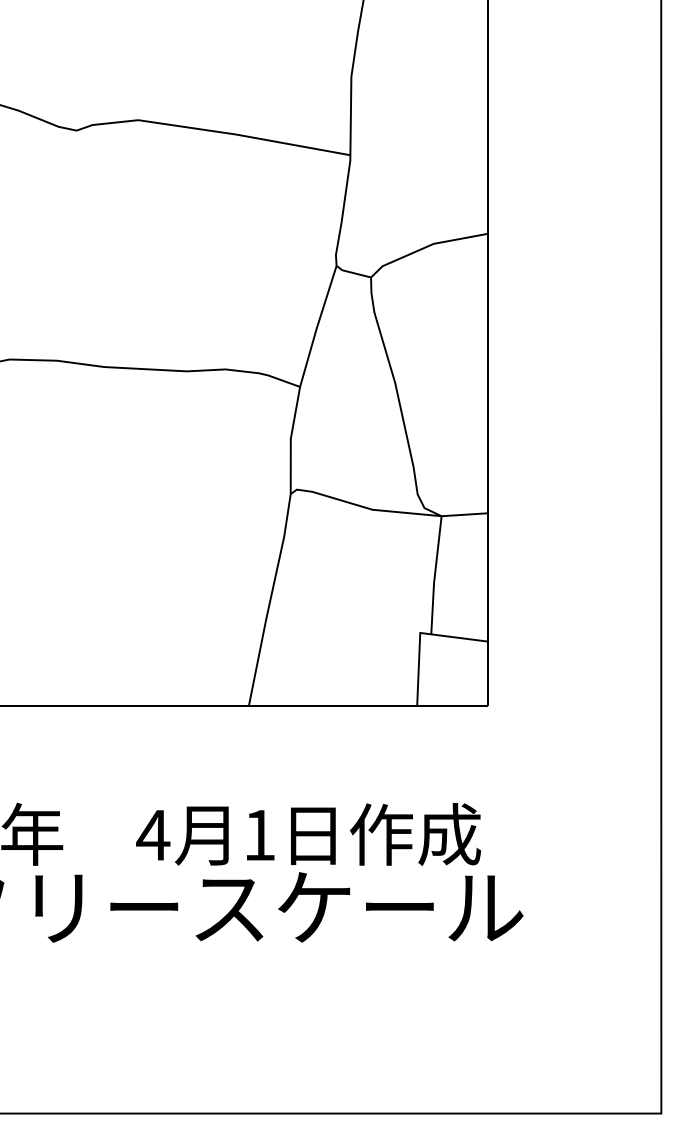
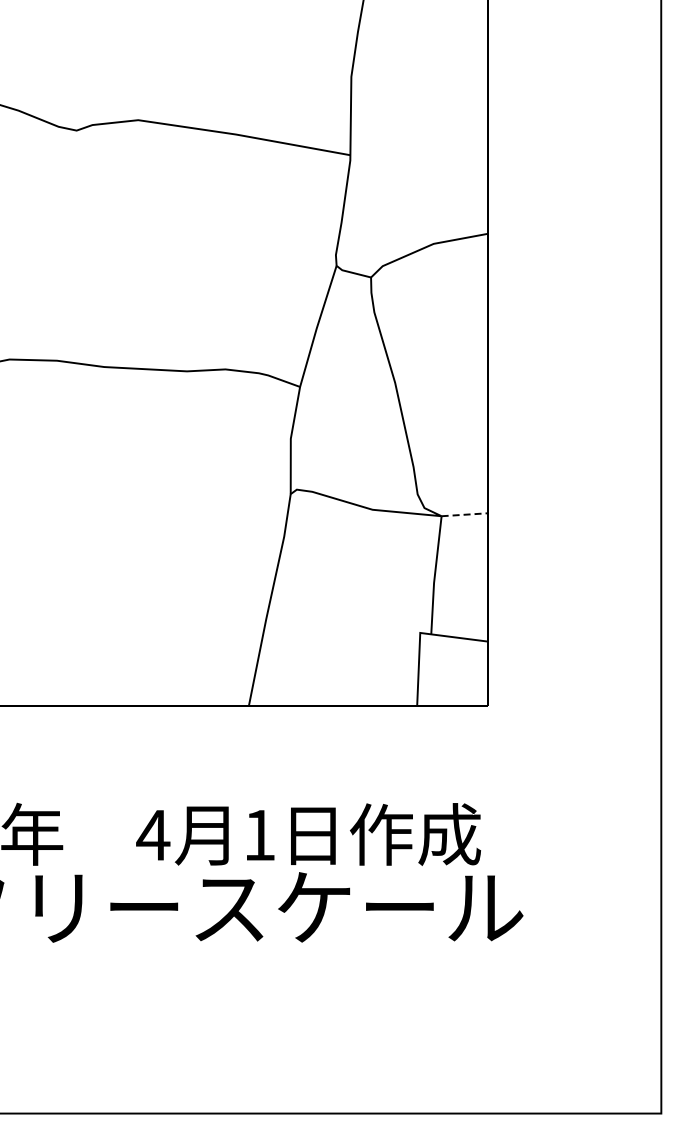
line at (465, 514): solid -> dashed
